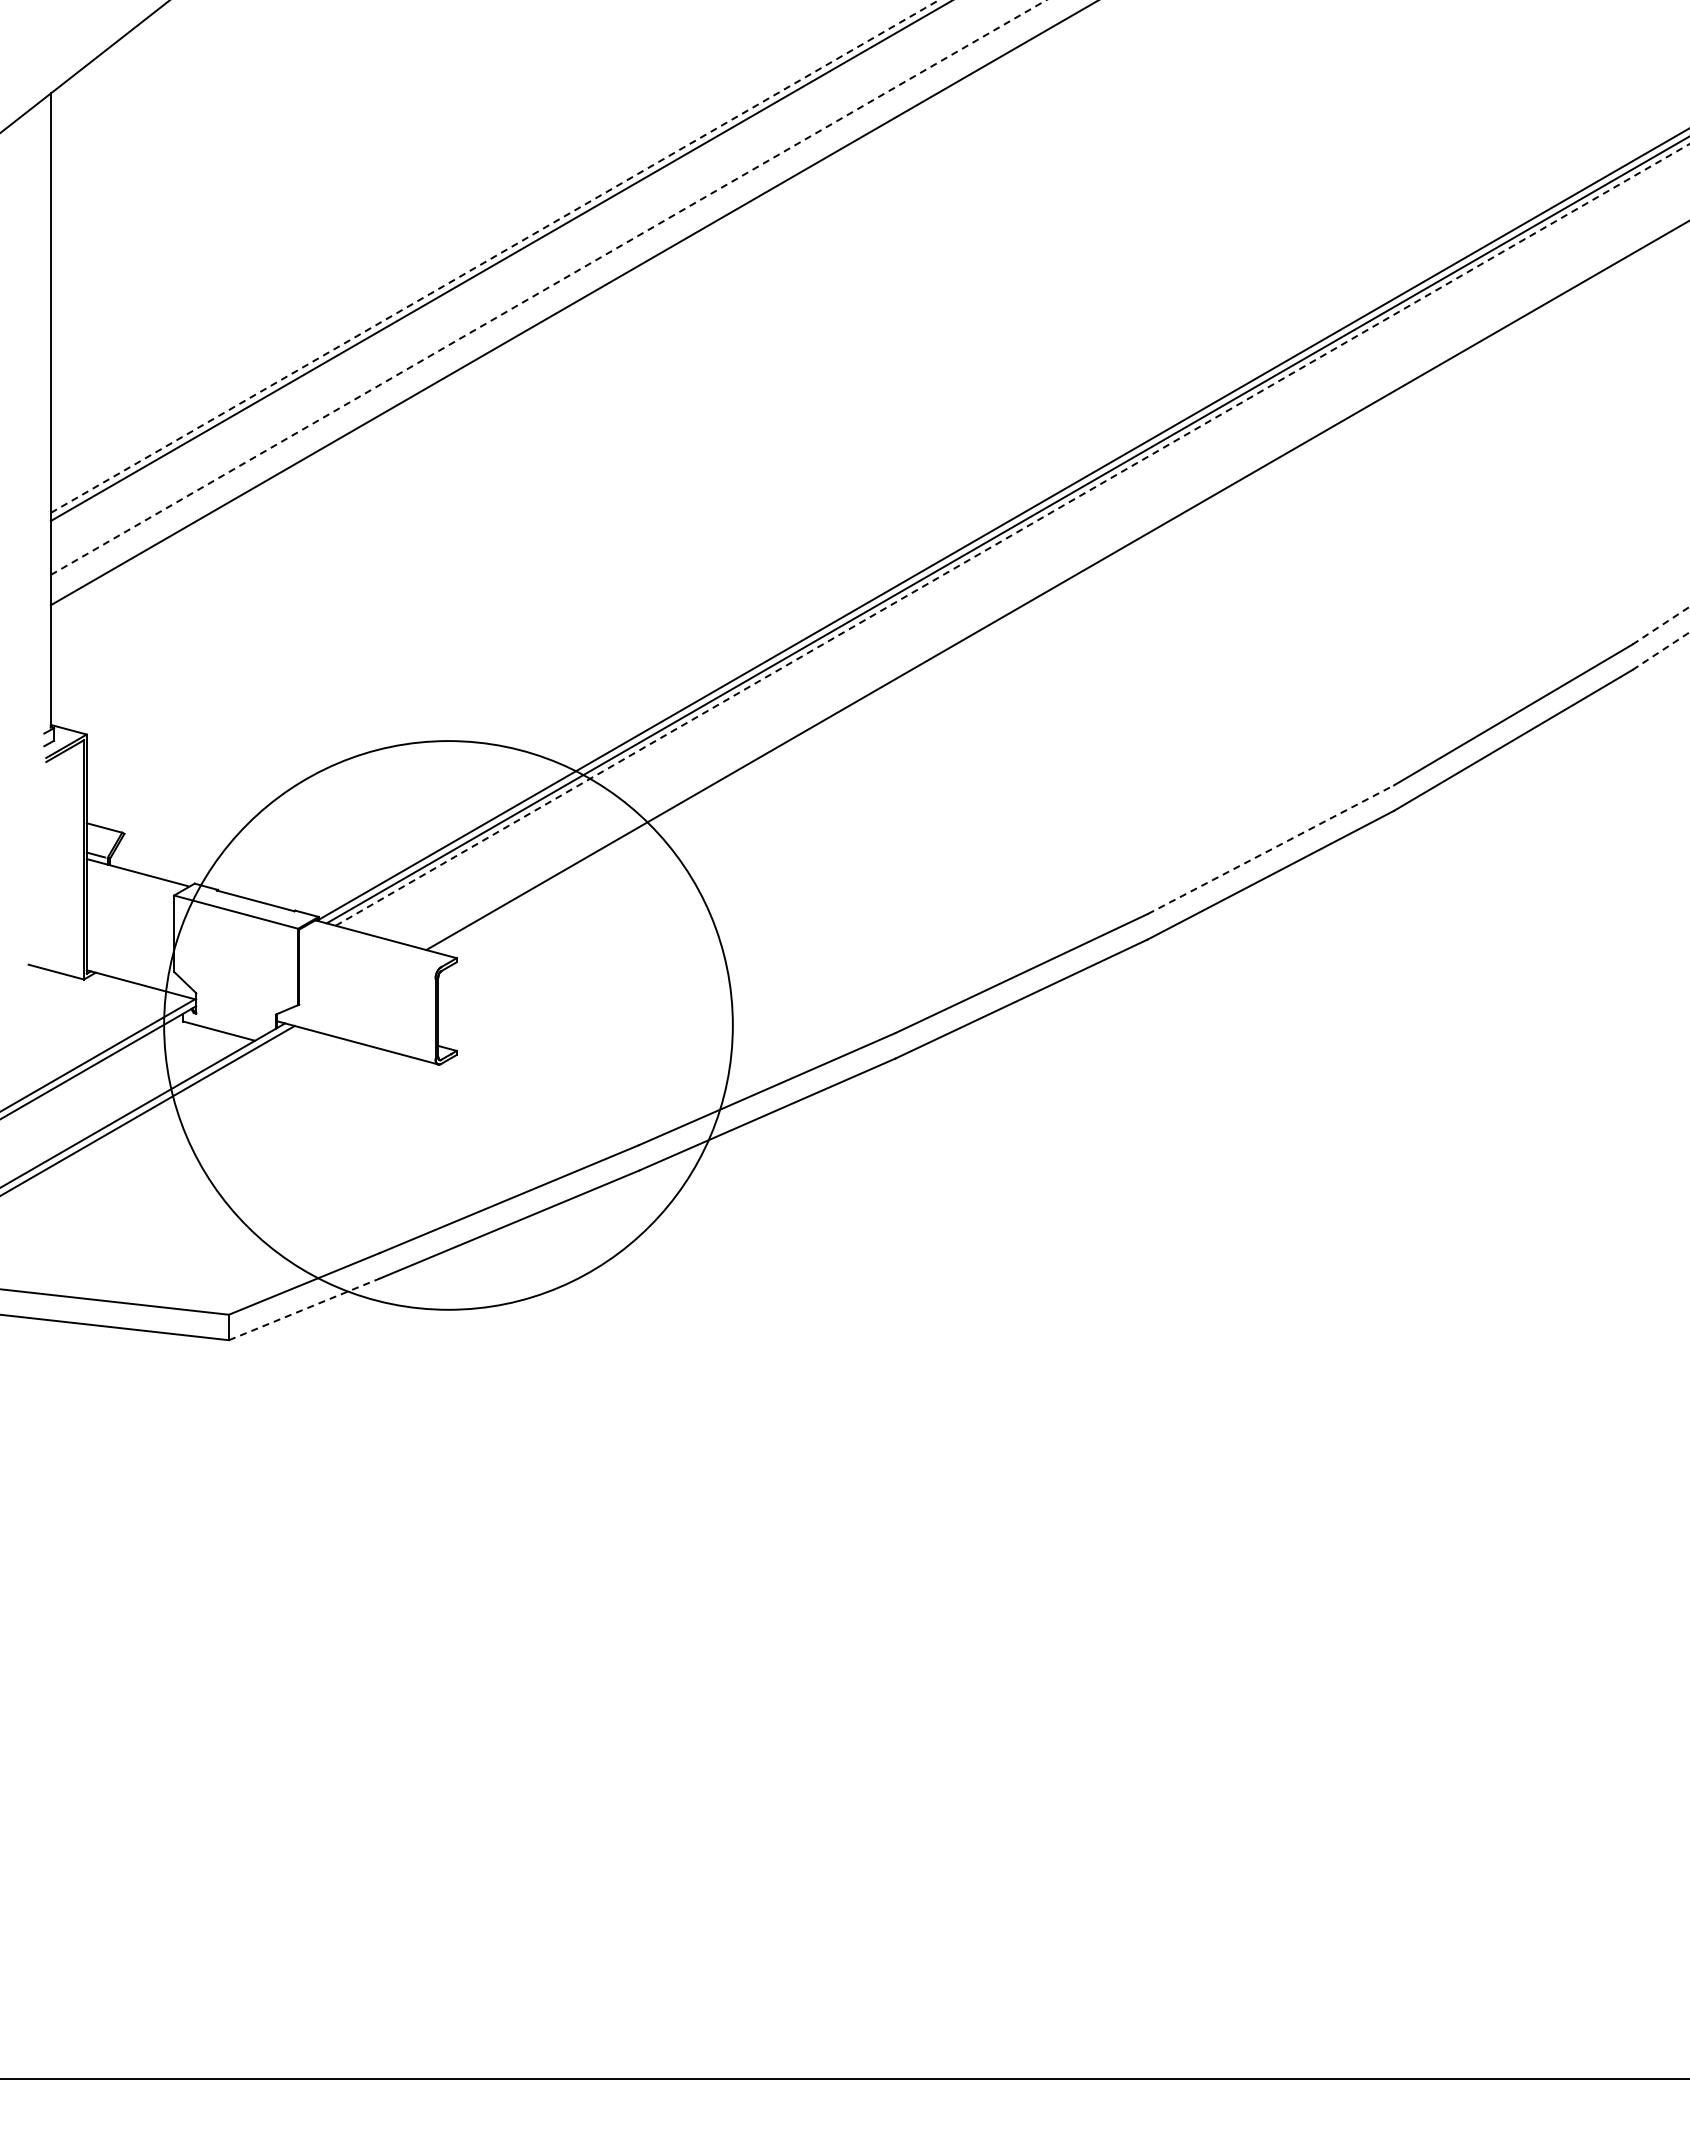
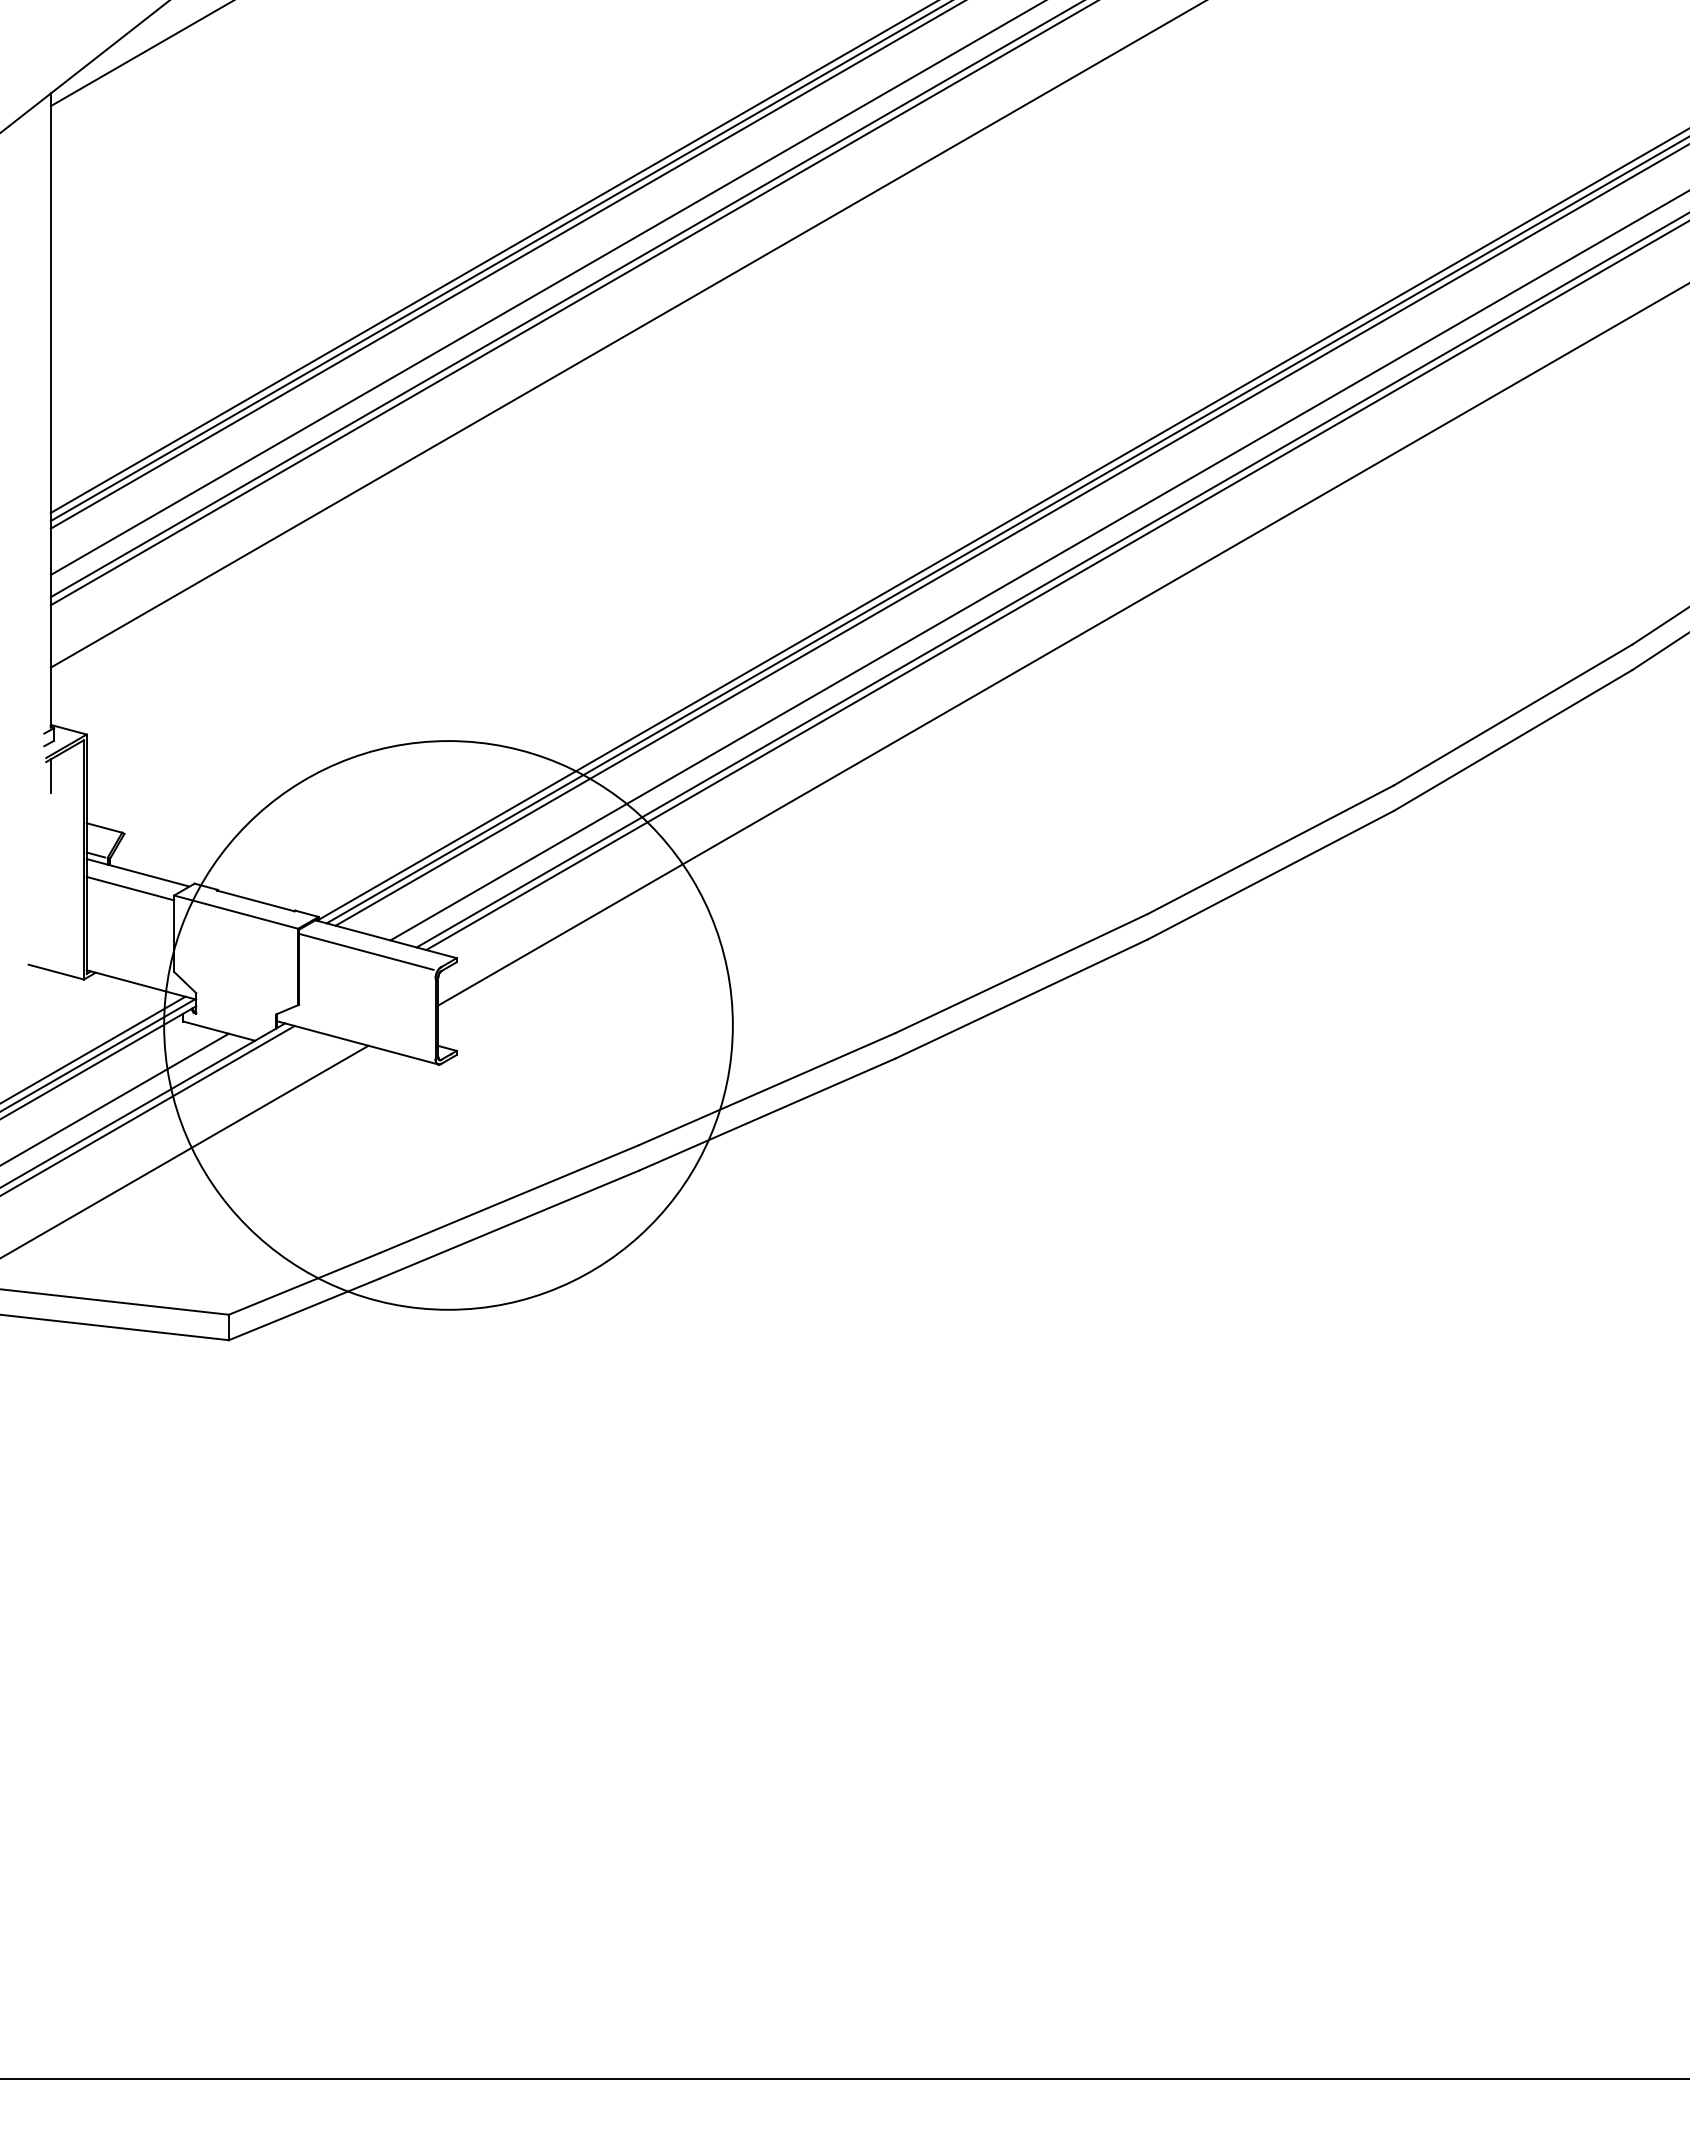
line at (140, 54): none -> present
line at (494, 256): dashed -> solid
line at (506, 265): none -> present
line at (548, 287): dashed -> solid
line at (565, 299): none -> present
line at (626, 334): none -> present
line at (1012, 534): dashed -> solid
line at (1038, 566): none -> present
line at (1051, 580): none -> present
line at (1661, 625): dashed -> solid
line at (1062, 644): none -> present
line at (1661, 650): dashed -> solid
line at (50, 776): none -> present
line at (1270, 849): dashed -> solid
line at (130, 888): none -> present
line at (366, 951): none -> present
line at (93, 1049): none -> present
line at (115, 1098): none -> present
line at (185, 1151): none -> present
line at (304, 1309): dashed -> solid
